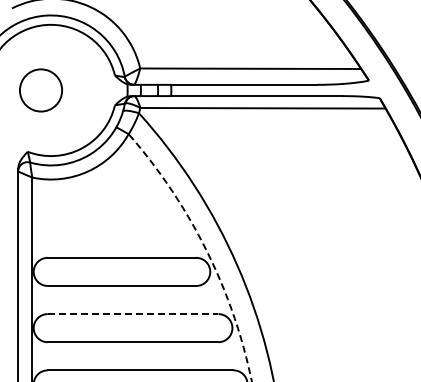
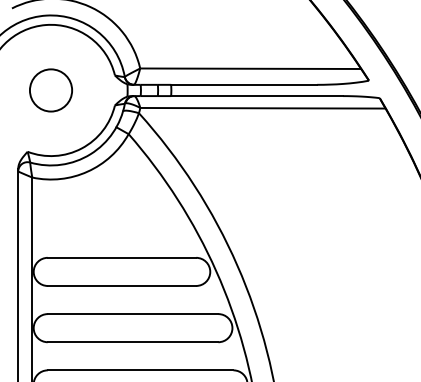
circle at (40, 90) position: (40, 90) -> (50, 90)
arc at (206, 250): dashed -> solid
line at (133, 314): dashed -> solid
